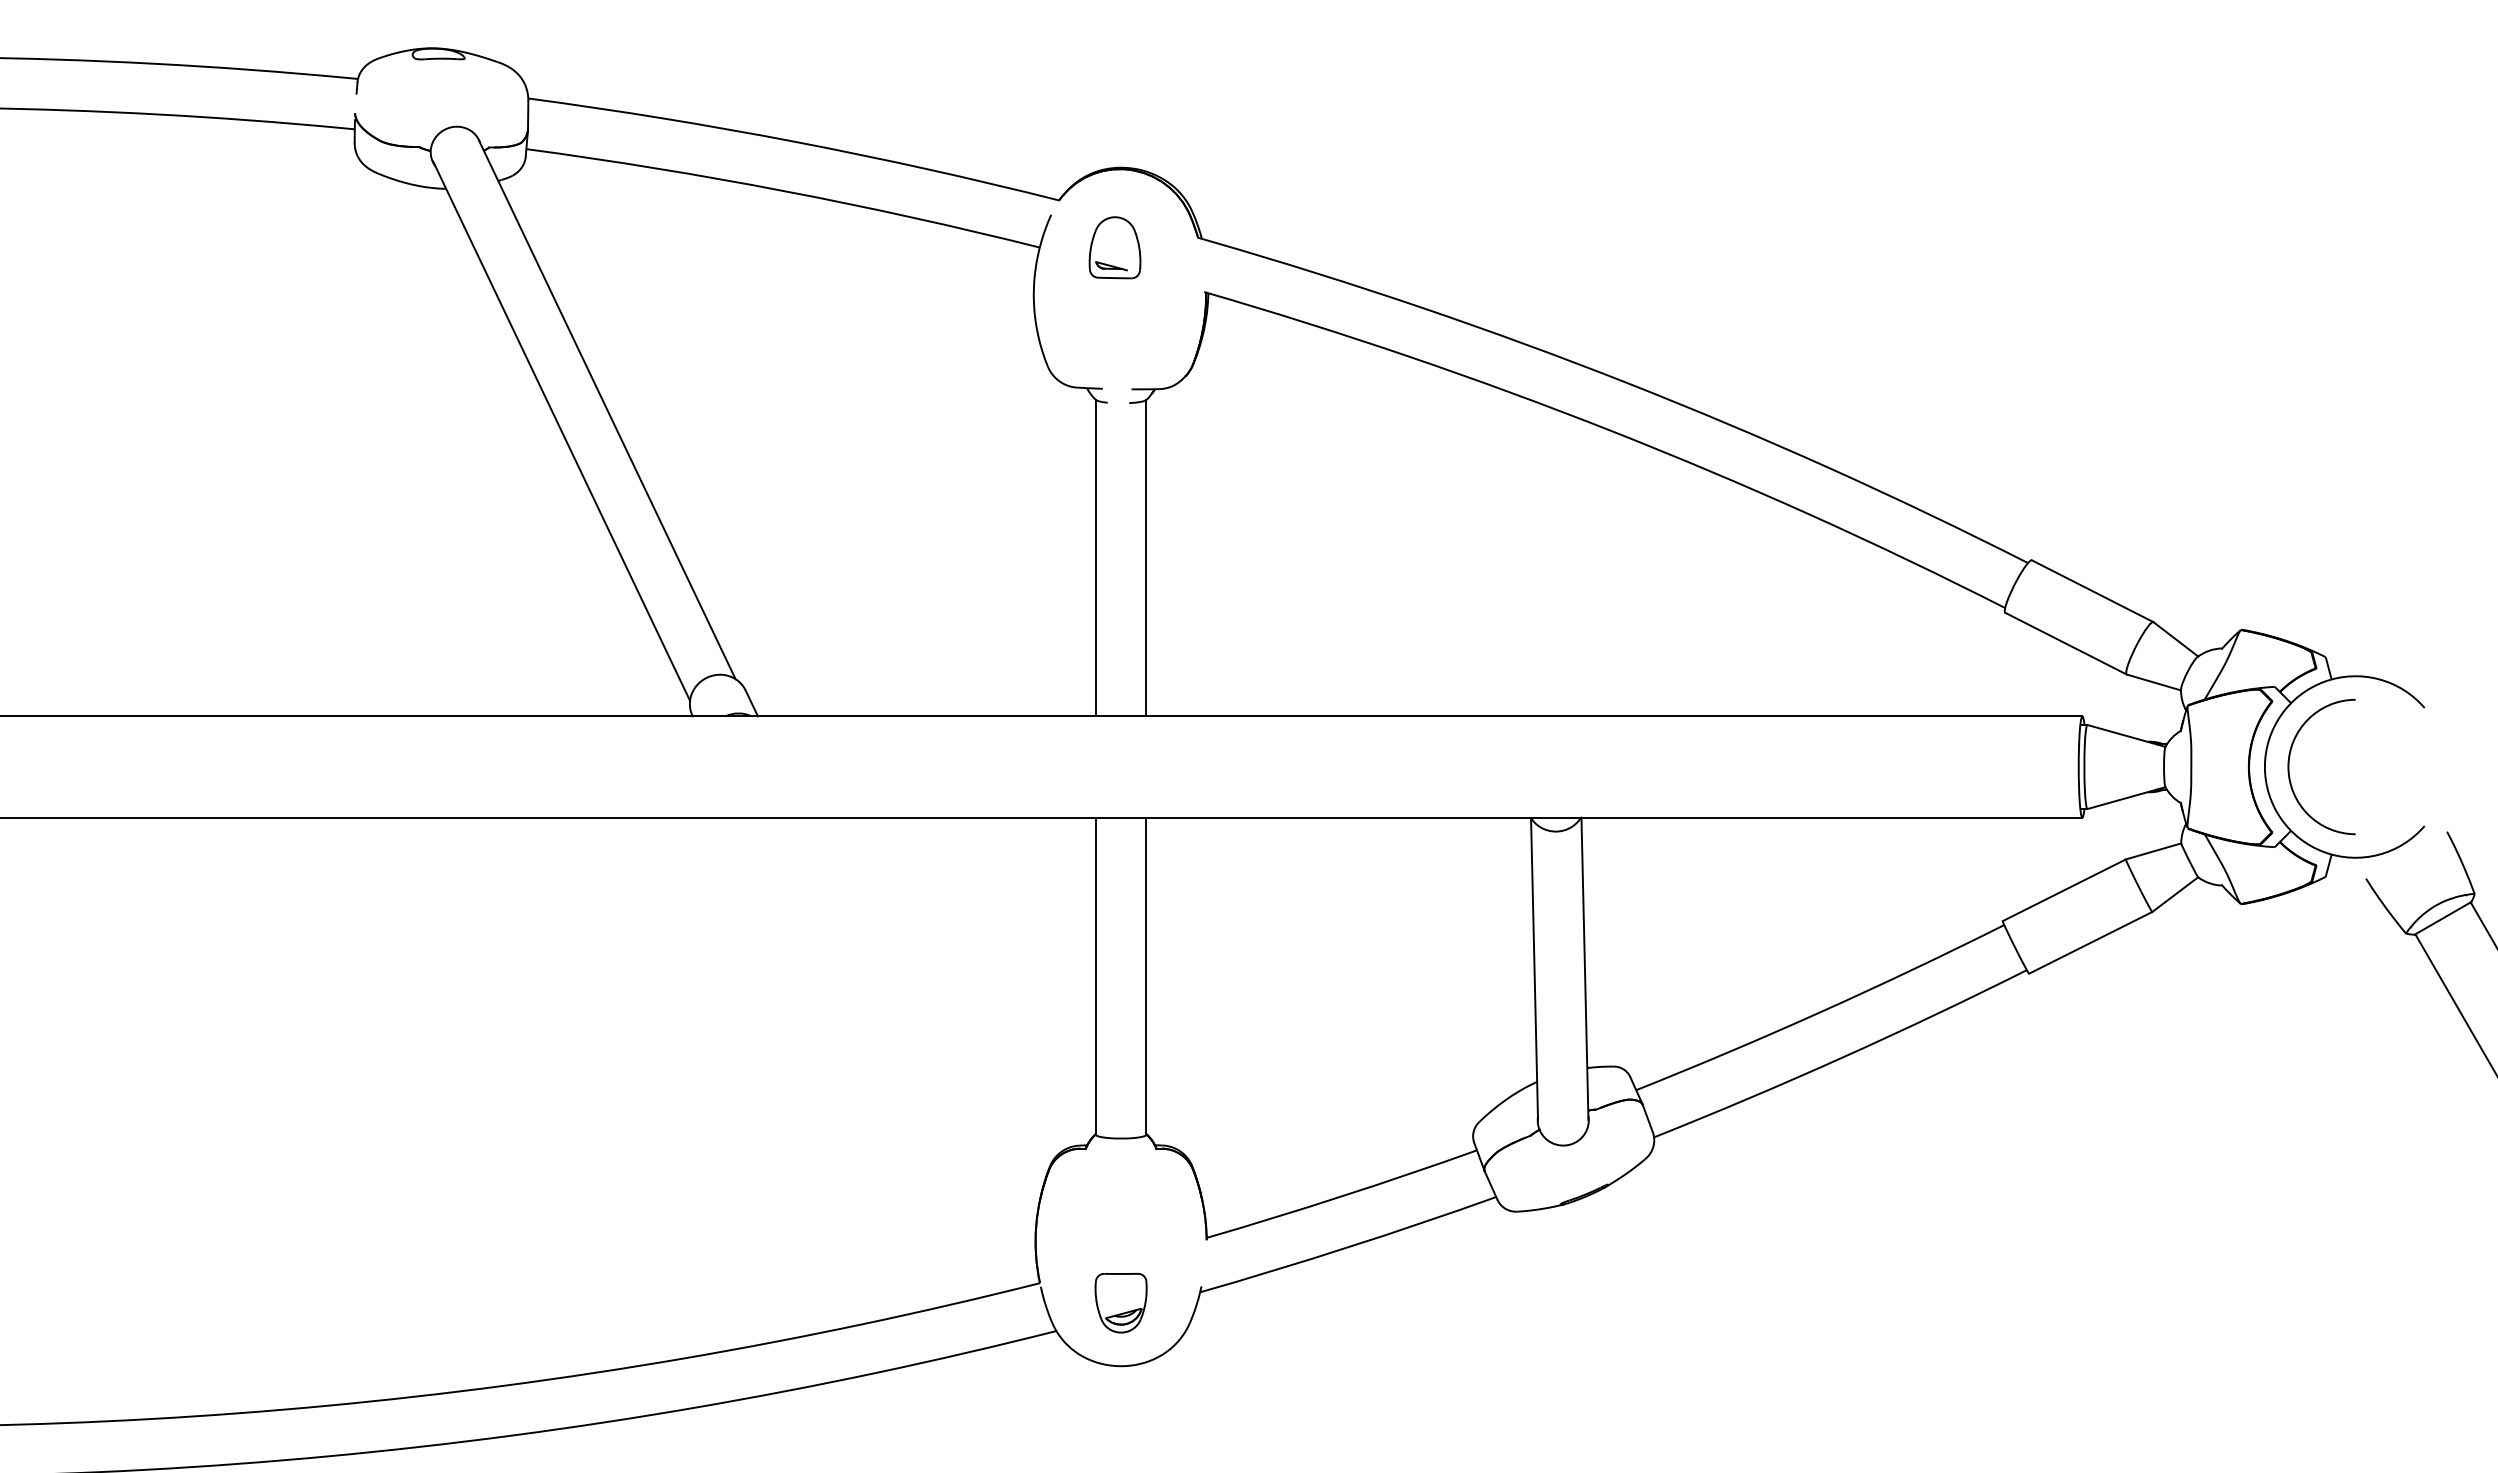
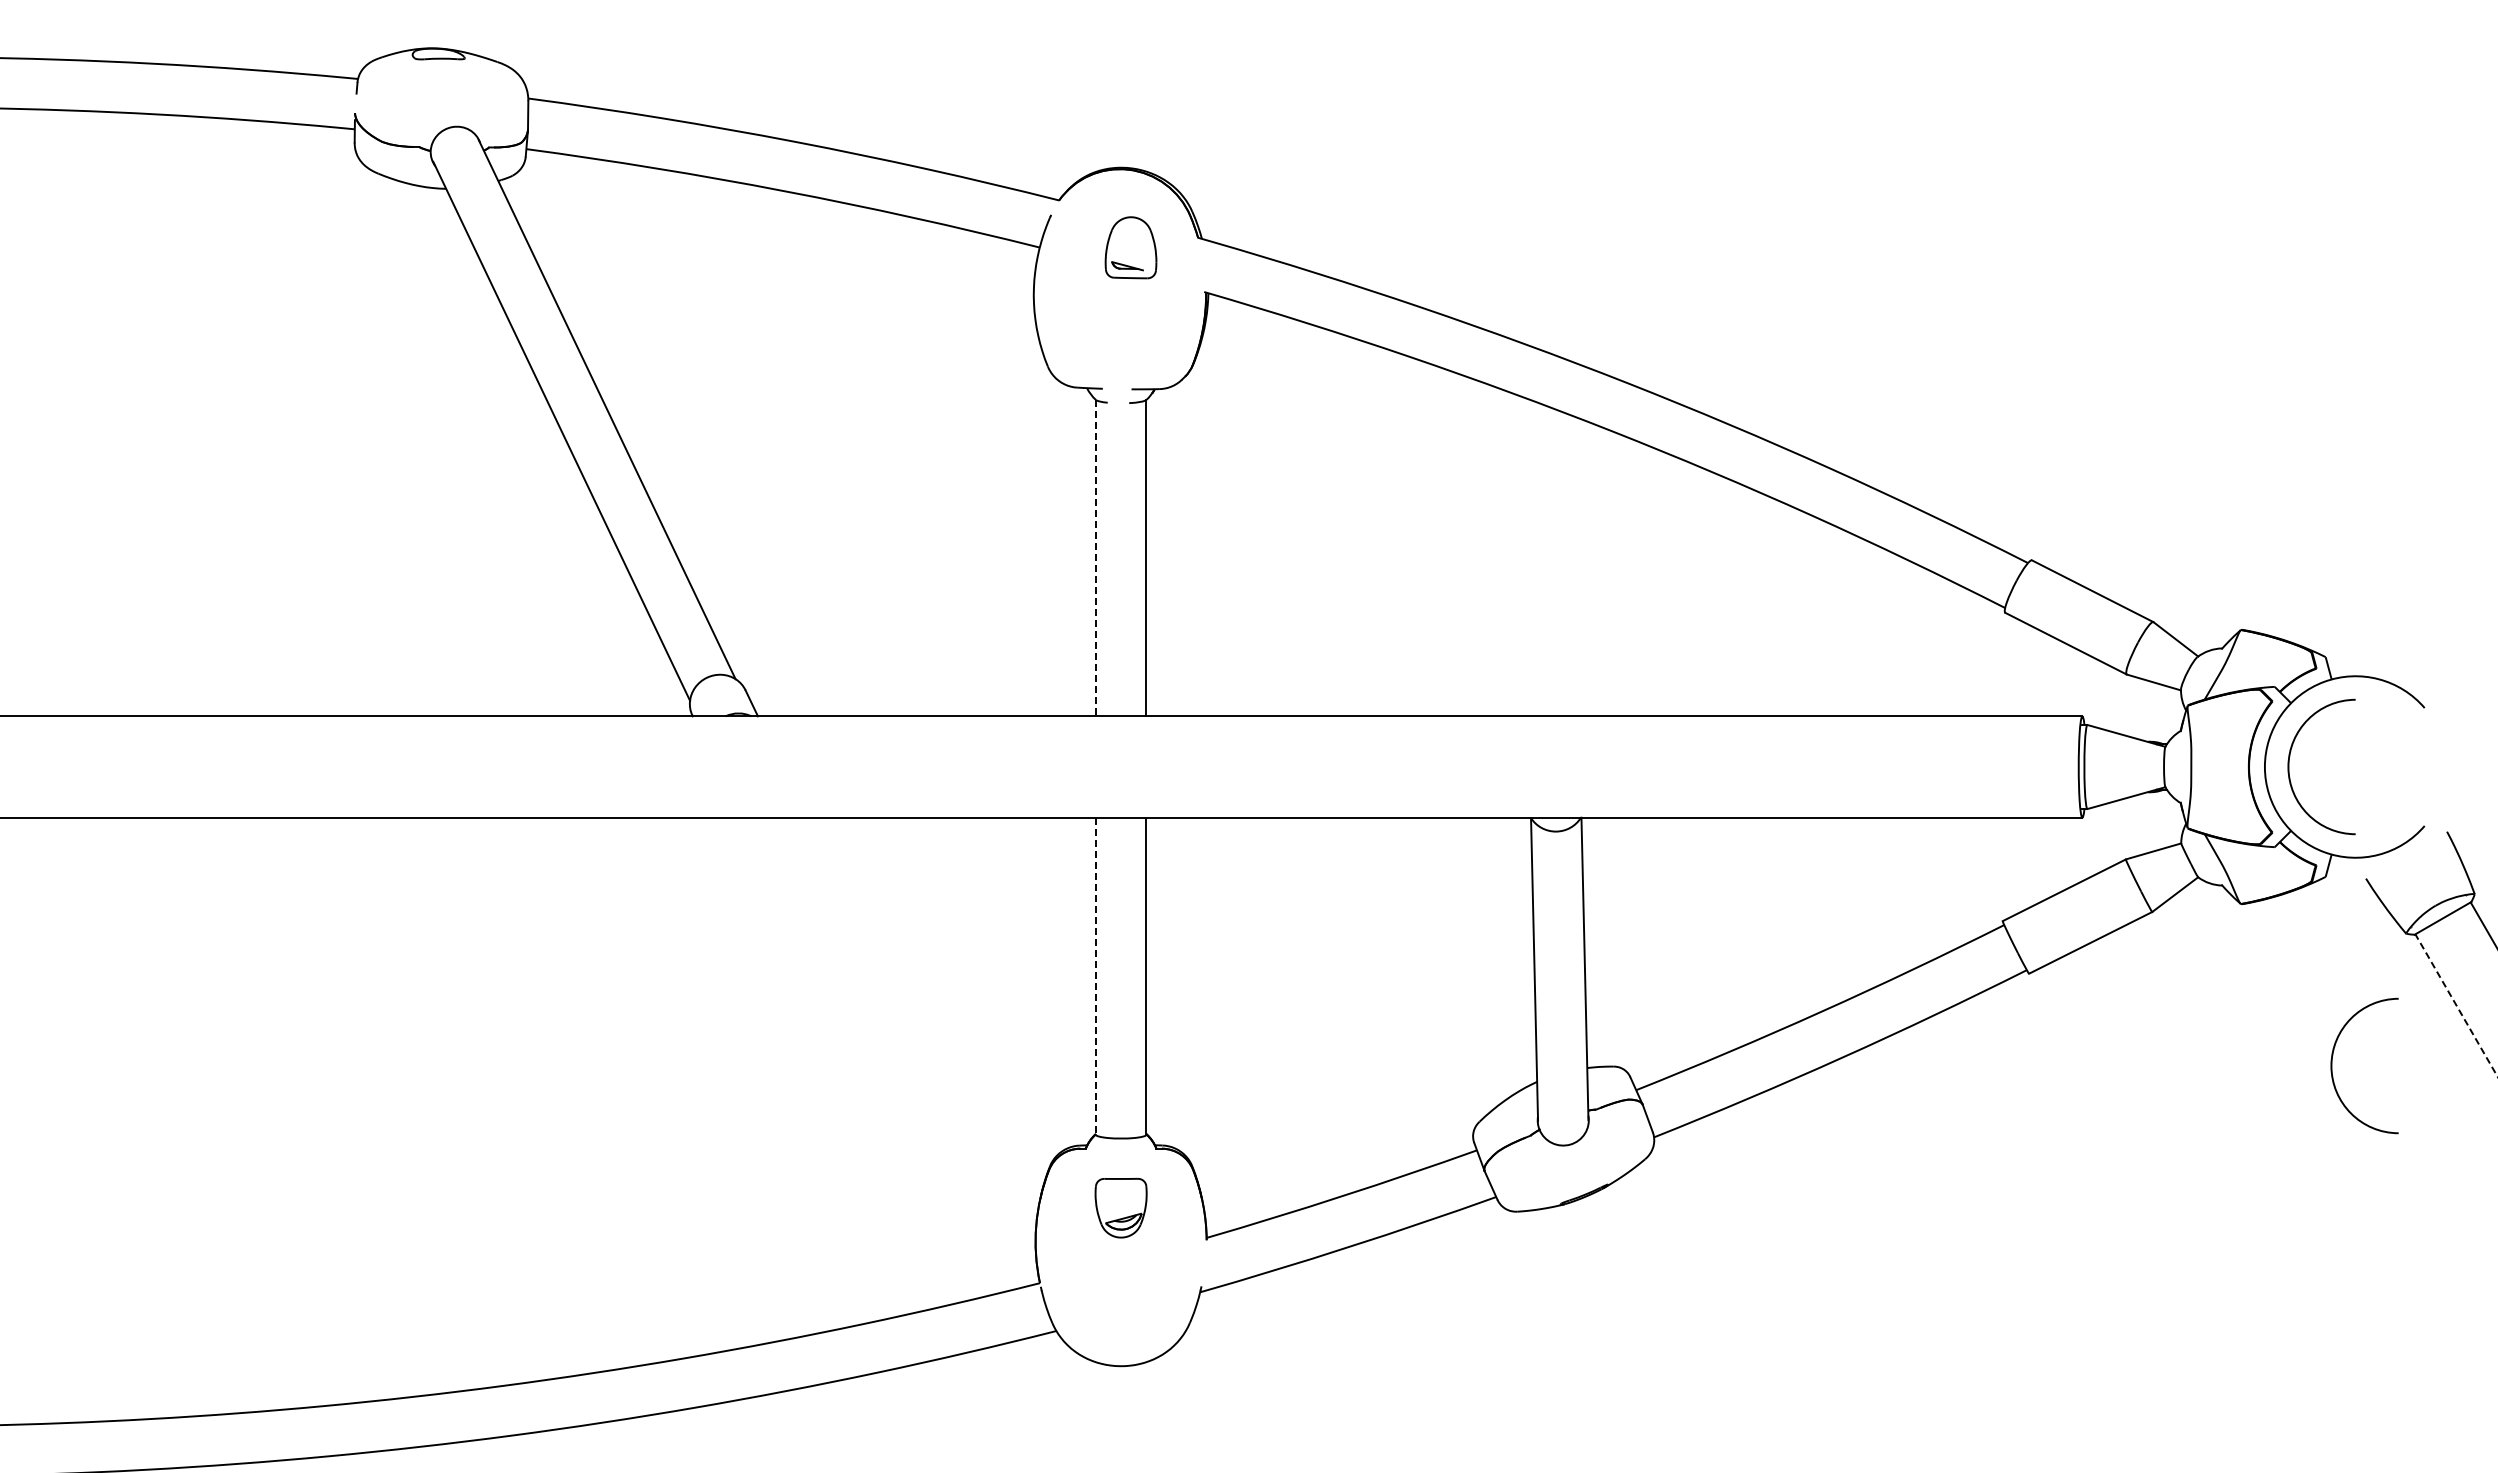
part at (1114, 247) position: (1114, 247) -> (1130, 247)
line at (1095, 558): solid -> dashed
line at (1095, 976): solid -> dashed
line at (2456, 1005): solid -> dashed
arc at (2332, 1065): none -> present
part at (1120, 1303) position: (1120, 1303) -> (1120, 1208)
